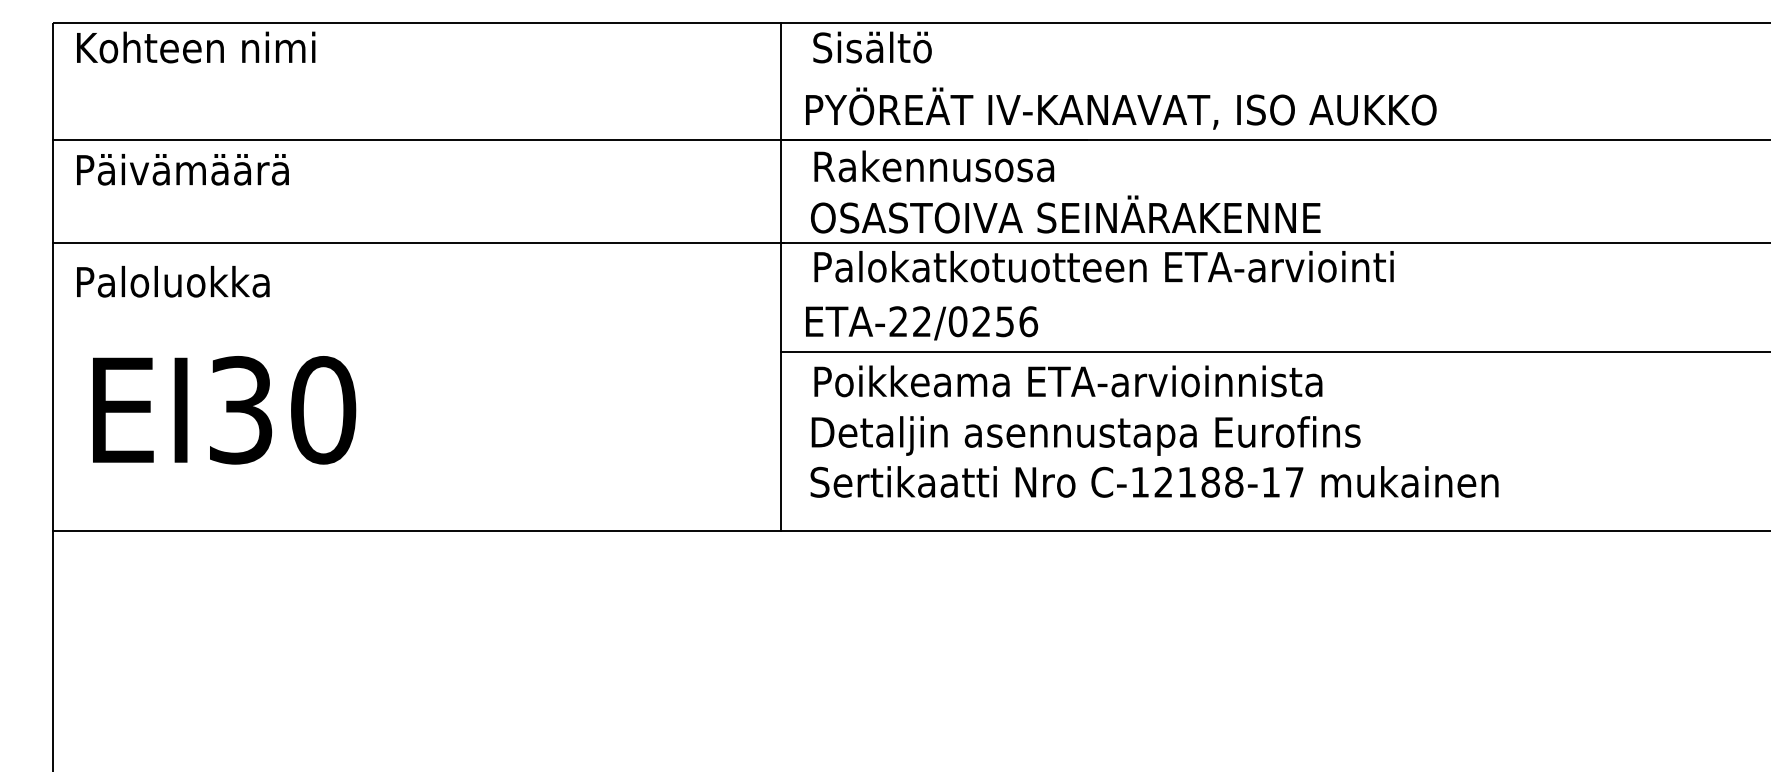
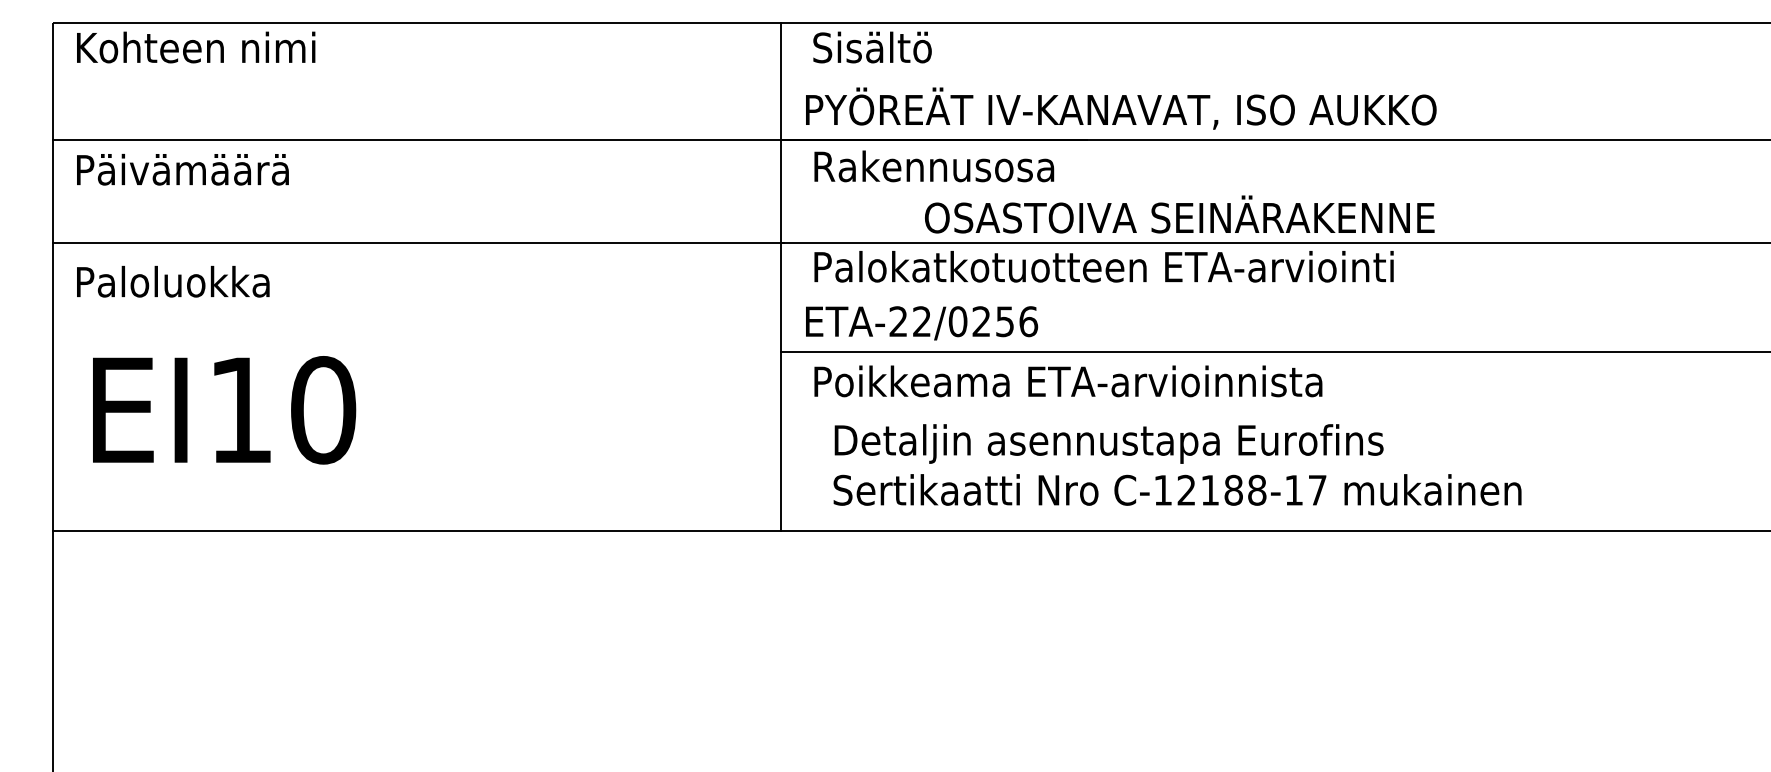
text at (1065, 214) position: (1065, 214) -> (1179, 214)
text at (241, 410): EI30 -> EI10
text at (1154, 456) position: (1154, 456) -> (1177, 464)
